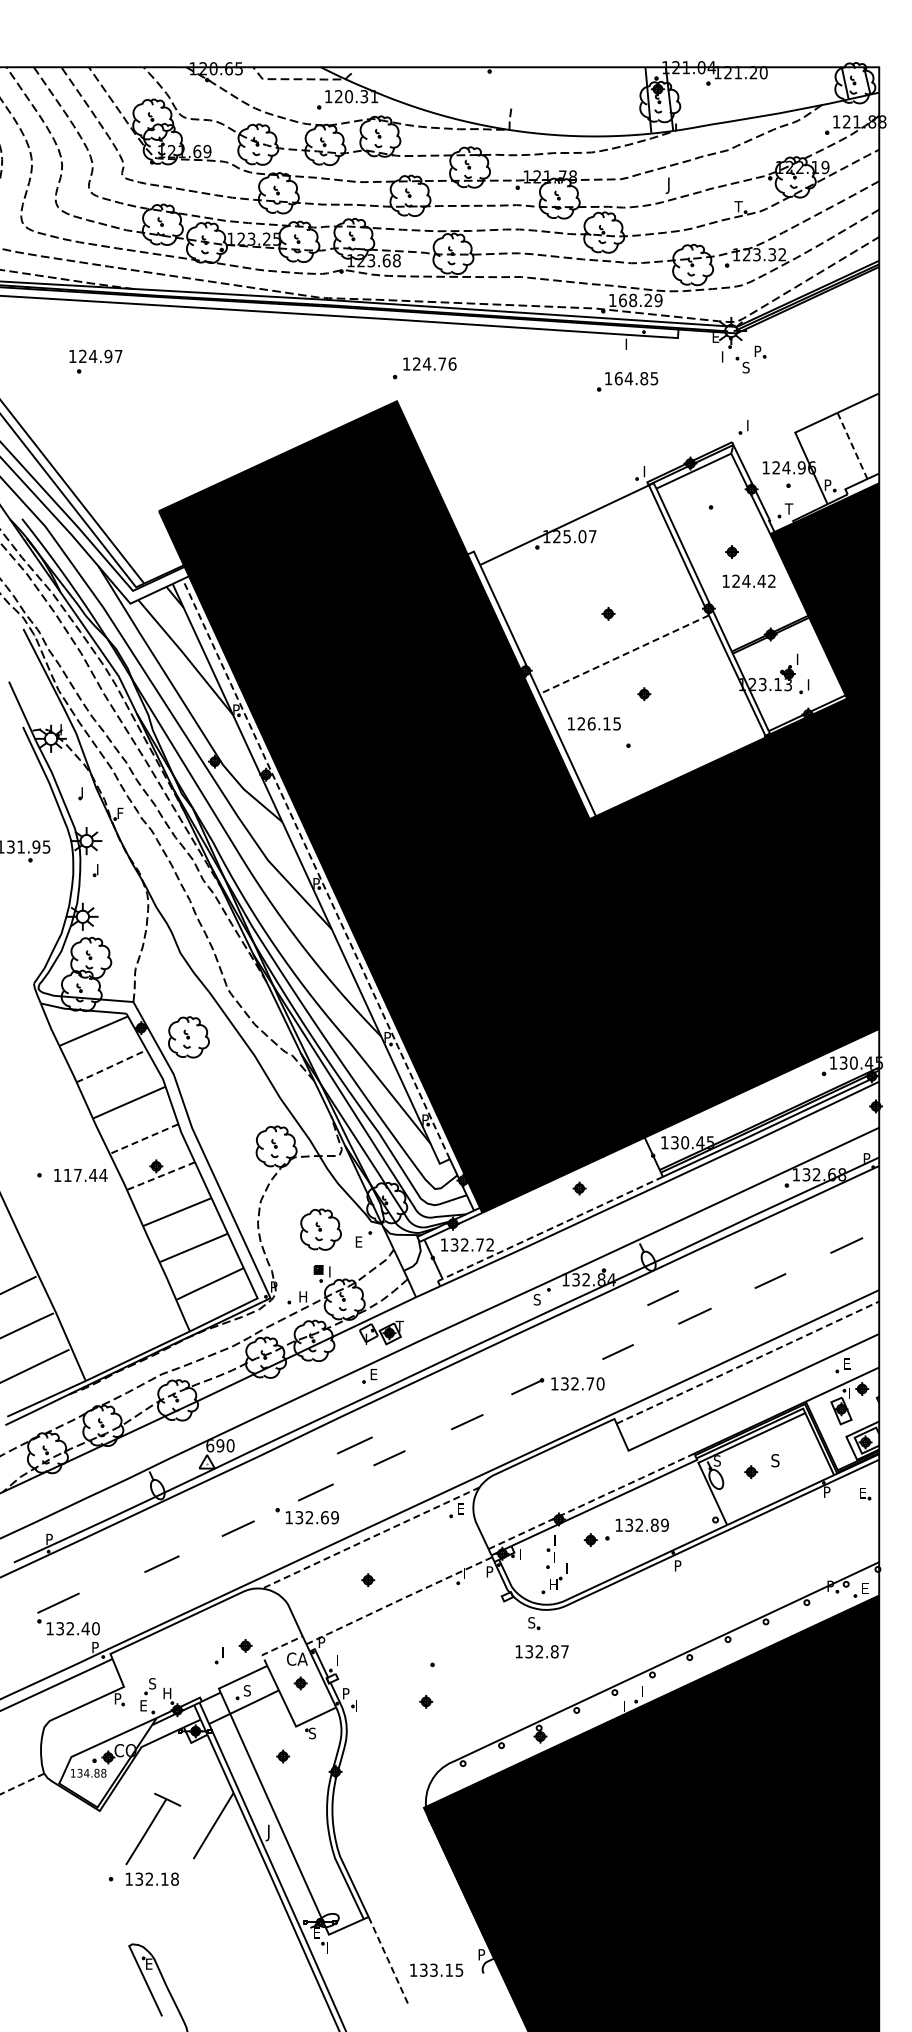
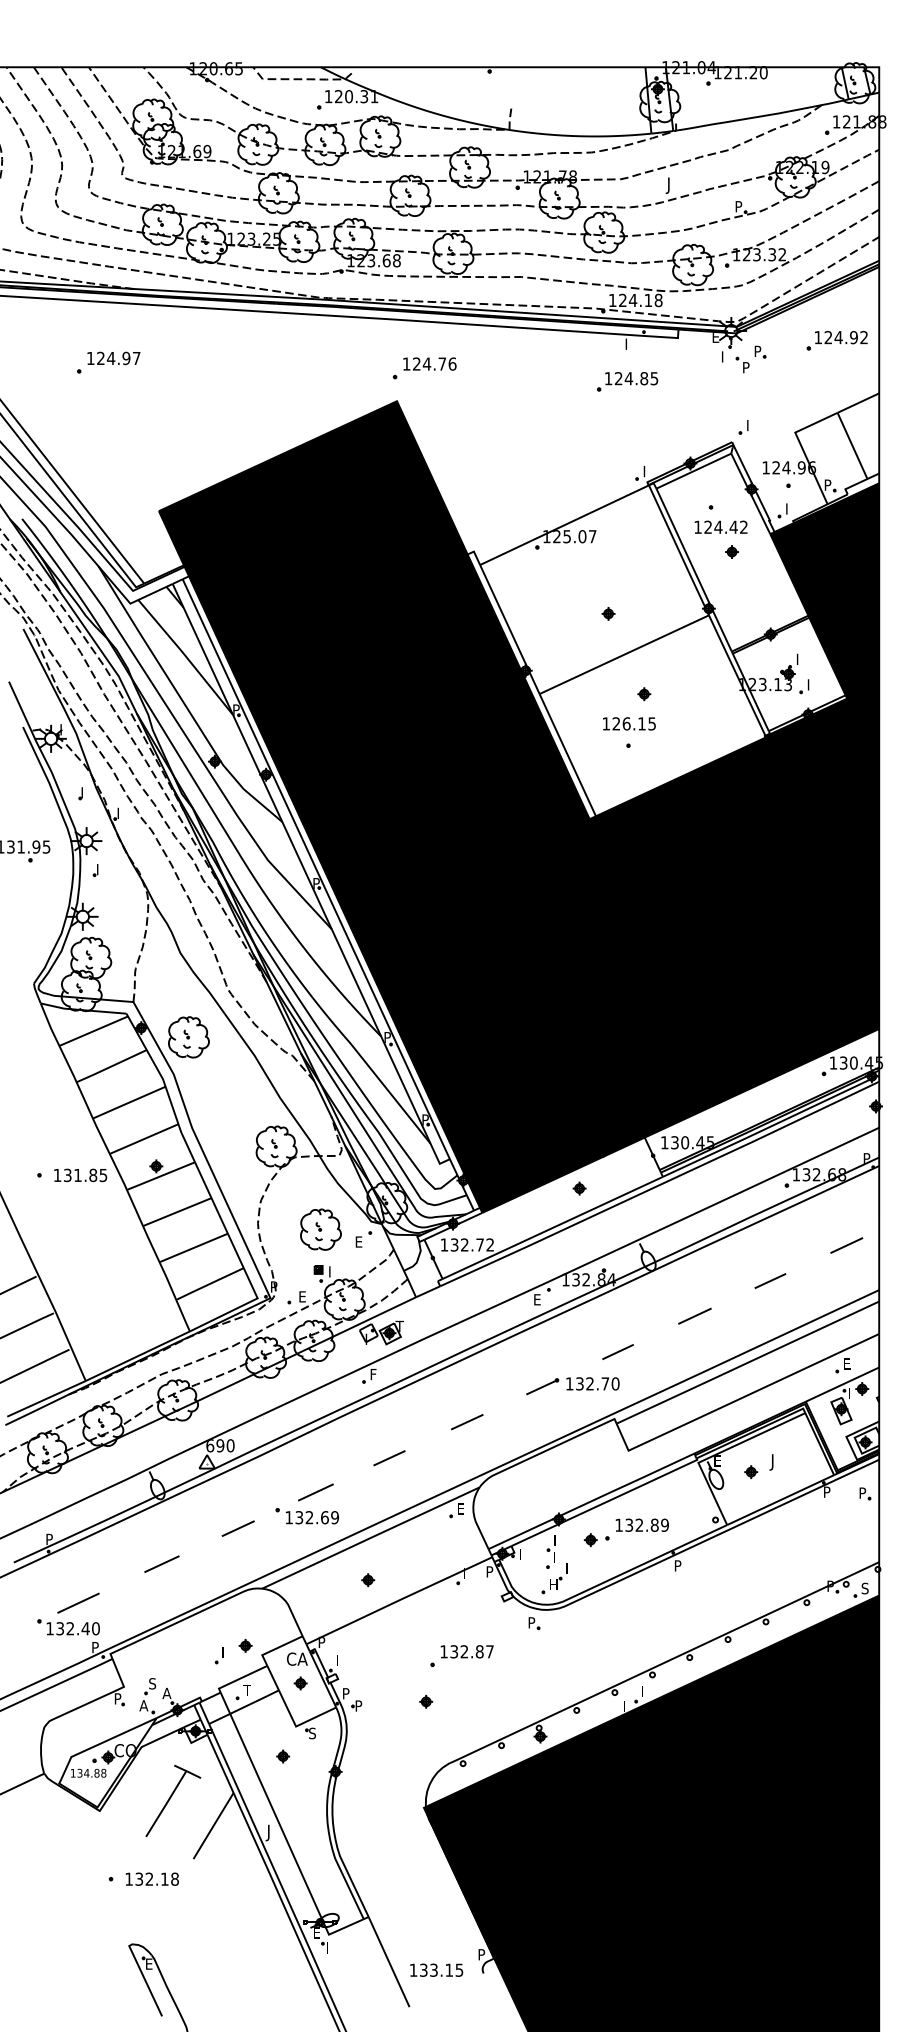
text at (738, 206): T -> P
text at (640, 300): 168.29 -> 124.18
part at (836, 340): none -> present
text at (95, 356) position: (95, 356) -> (113, 358)
text at (745, 367): S -> P
text at (618, 378): 164.85 -> 124.85
line at (852, 446): dashed -> solid
text at (788, 508): T -> I
text at (748, 580) position: (748, 580) -> (720, 526)
line at (623, 654): dashed -> solid
text at (594, 723) position: (594, 723) -> (629, 723)
text at (121, 810): F -> I
line at (316, 868): dashed -> solid
line at (111, 1066): dashed -> solid
line at (143, 1139): dashed -> solid
text at (85, 1175): 117.44 -> 131.85
line at (160, 1176): dashed -> solid
line at (552, 1228): dashed -> solid
text at (303, 1296): H -> E
line at (662, 1297): present -> none
text at (536, 1299): S -> E
line at (747, 1362): dashed -> solid
text at (374, 1374): E -> F
part at (557, 1386) position: (557, 1386) -> (572, 1386)
line at (354, 1445): present -> none
text at (717, 1460): S -> E
text at (774, 1462): S -> J
text at (862, 1492): E -> P
line at (593, 1500): dashed -> solid
line at (371, 1537): dashed -> solid
text at (864, 1588): E -> S
line at (400, 1599): dashed -> solid
line at (58, 1602) position: (58, 1602) -> (78, 1602)
text at (531, 1622): S -> P
line at (276, 1648): dashed -> solid
text at (541, 1651) position: (541, 1651) -> (466, 1651)
text at (246, 1690): S -> T
text at (166, 1693): H -> A
text at (143, 1705): E -> A
text at (358, 1705): I -> P
line at (21, 1784): dashed -> solid
part at (153, 1828) position: (153, 1828) -> (173, 1800)
line at (389, 1962): dashed -> solid
